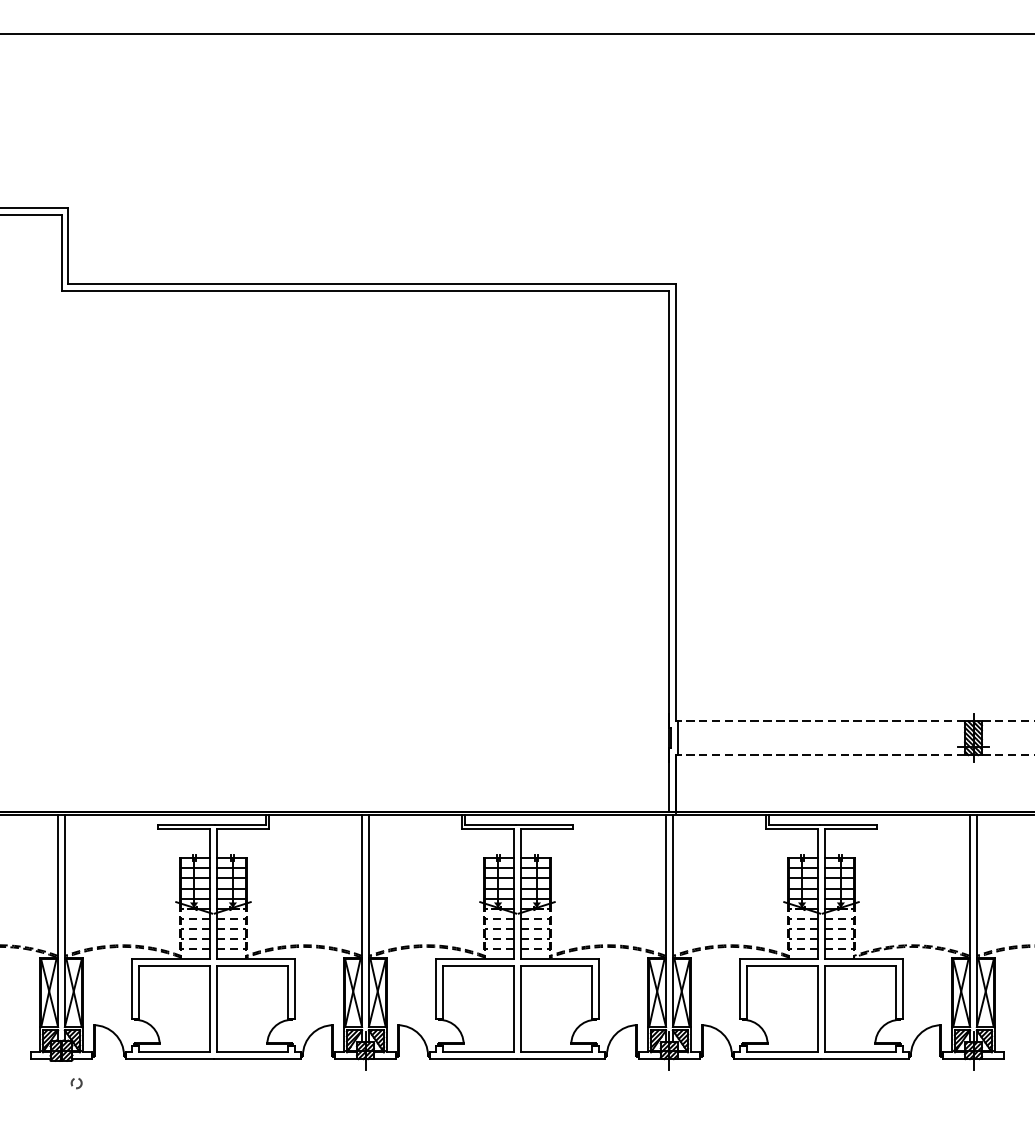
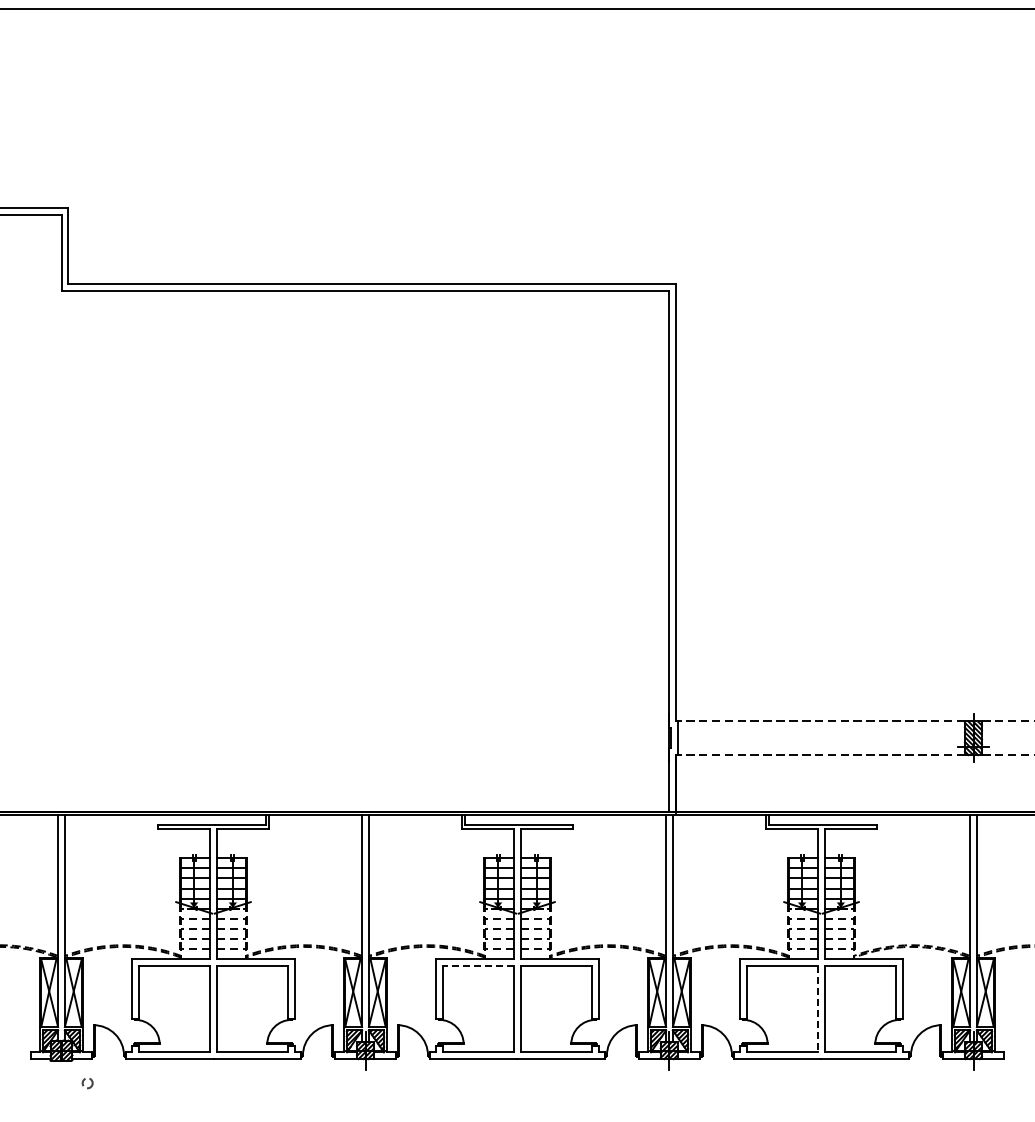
line at (516, 33) position: (516, 33) -> (516, 8)
line at (478, 966): solid -> dashed
line at (818, 1009): solid -> dashed
circle at (76, 1083) position: (76, 1083) -> (87, 1083)
